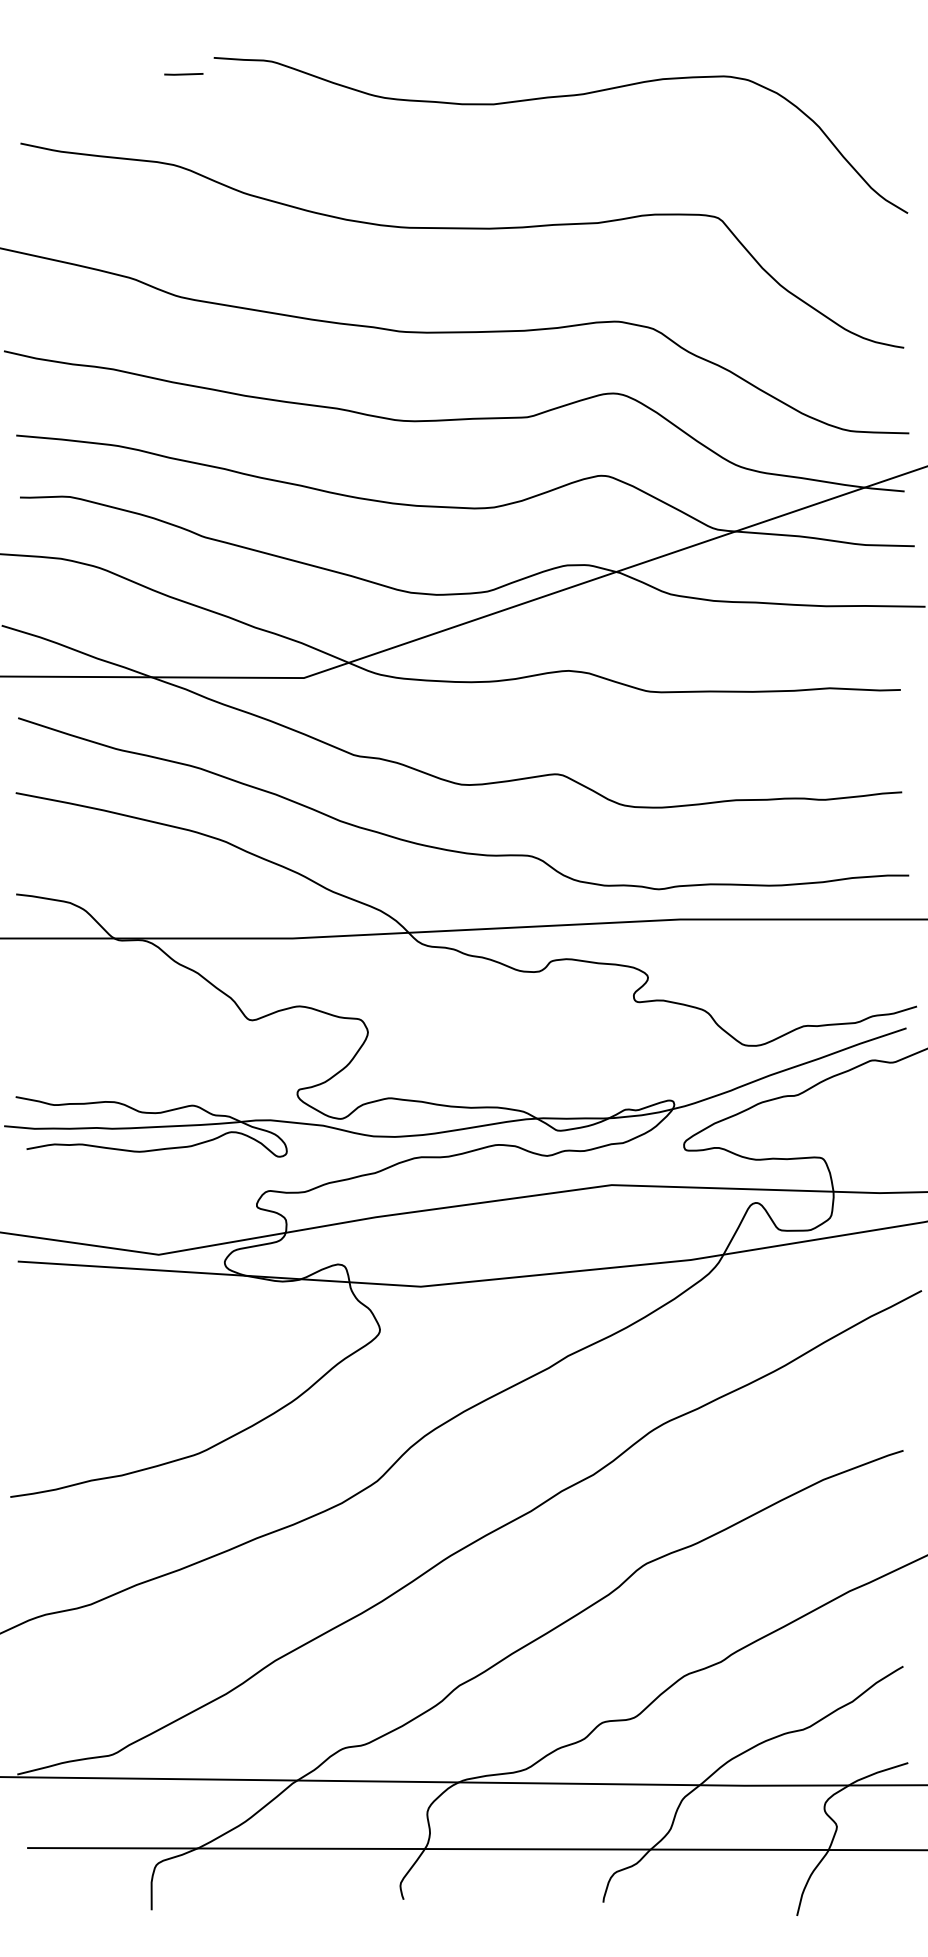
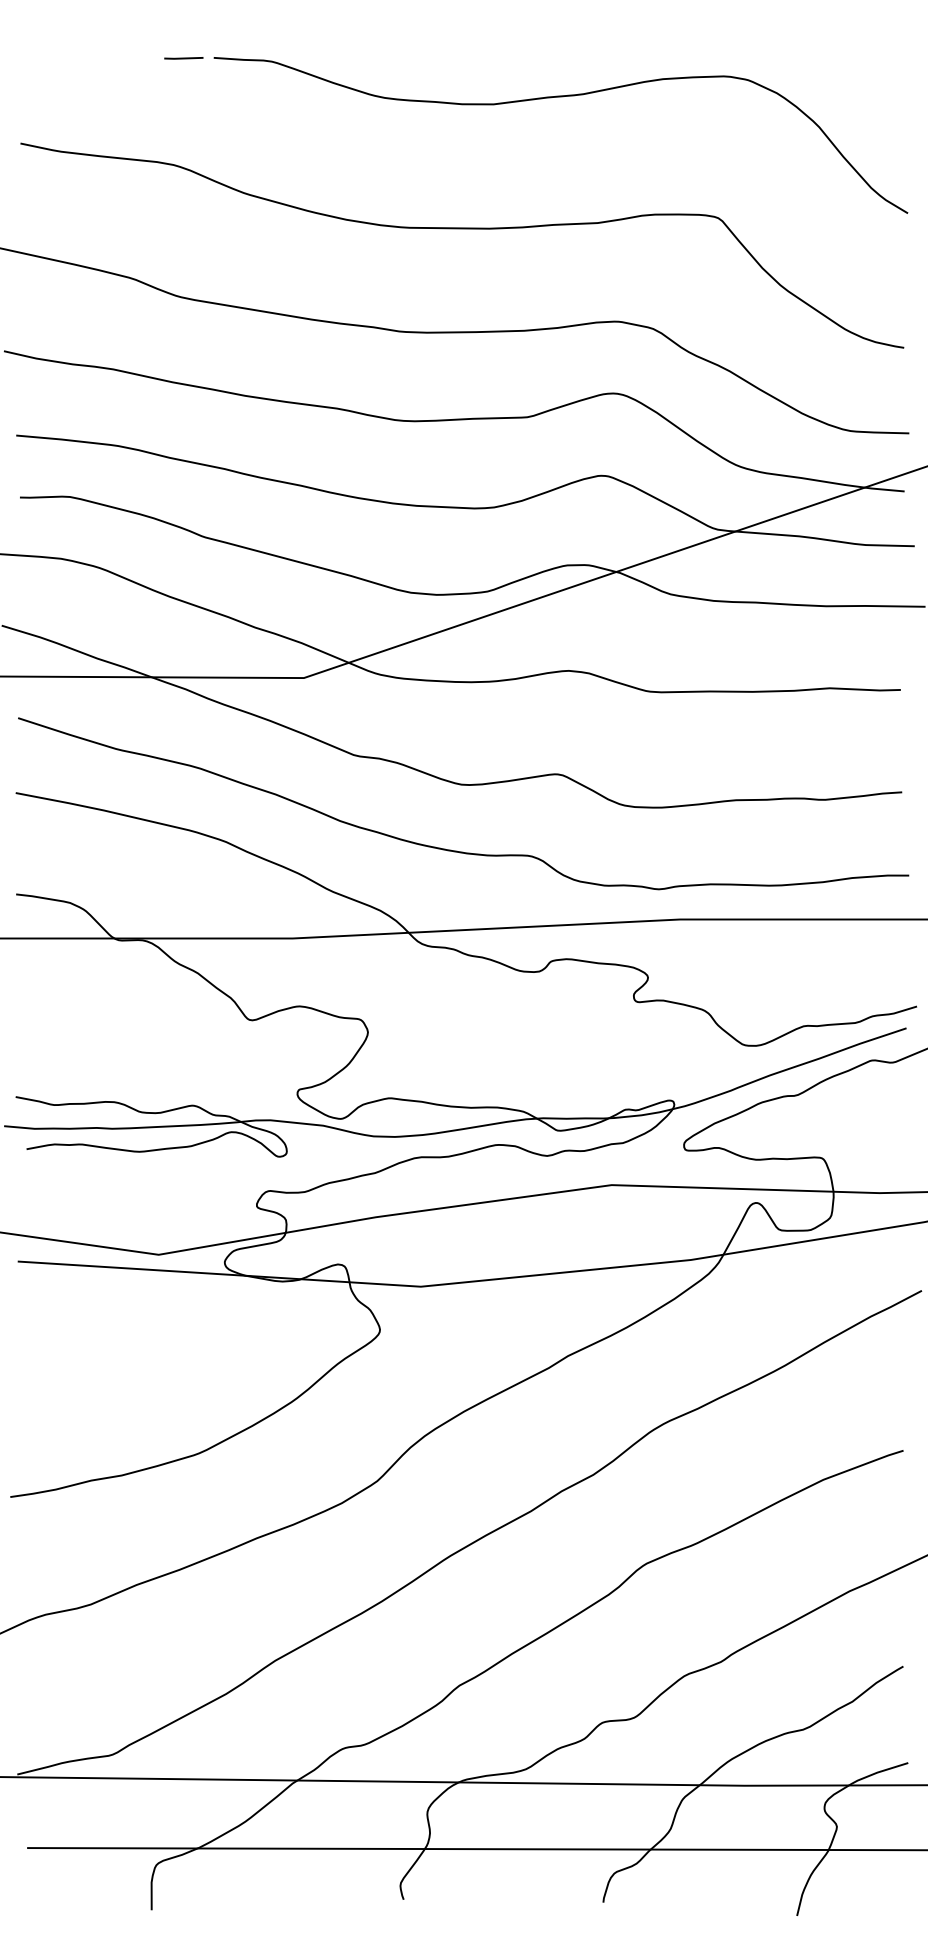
line at (183, 74) position: (183, 74) -> (183, 58)
